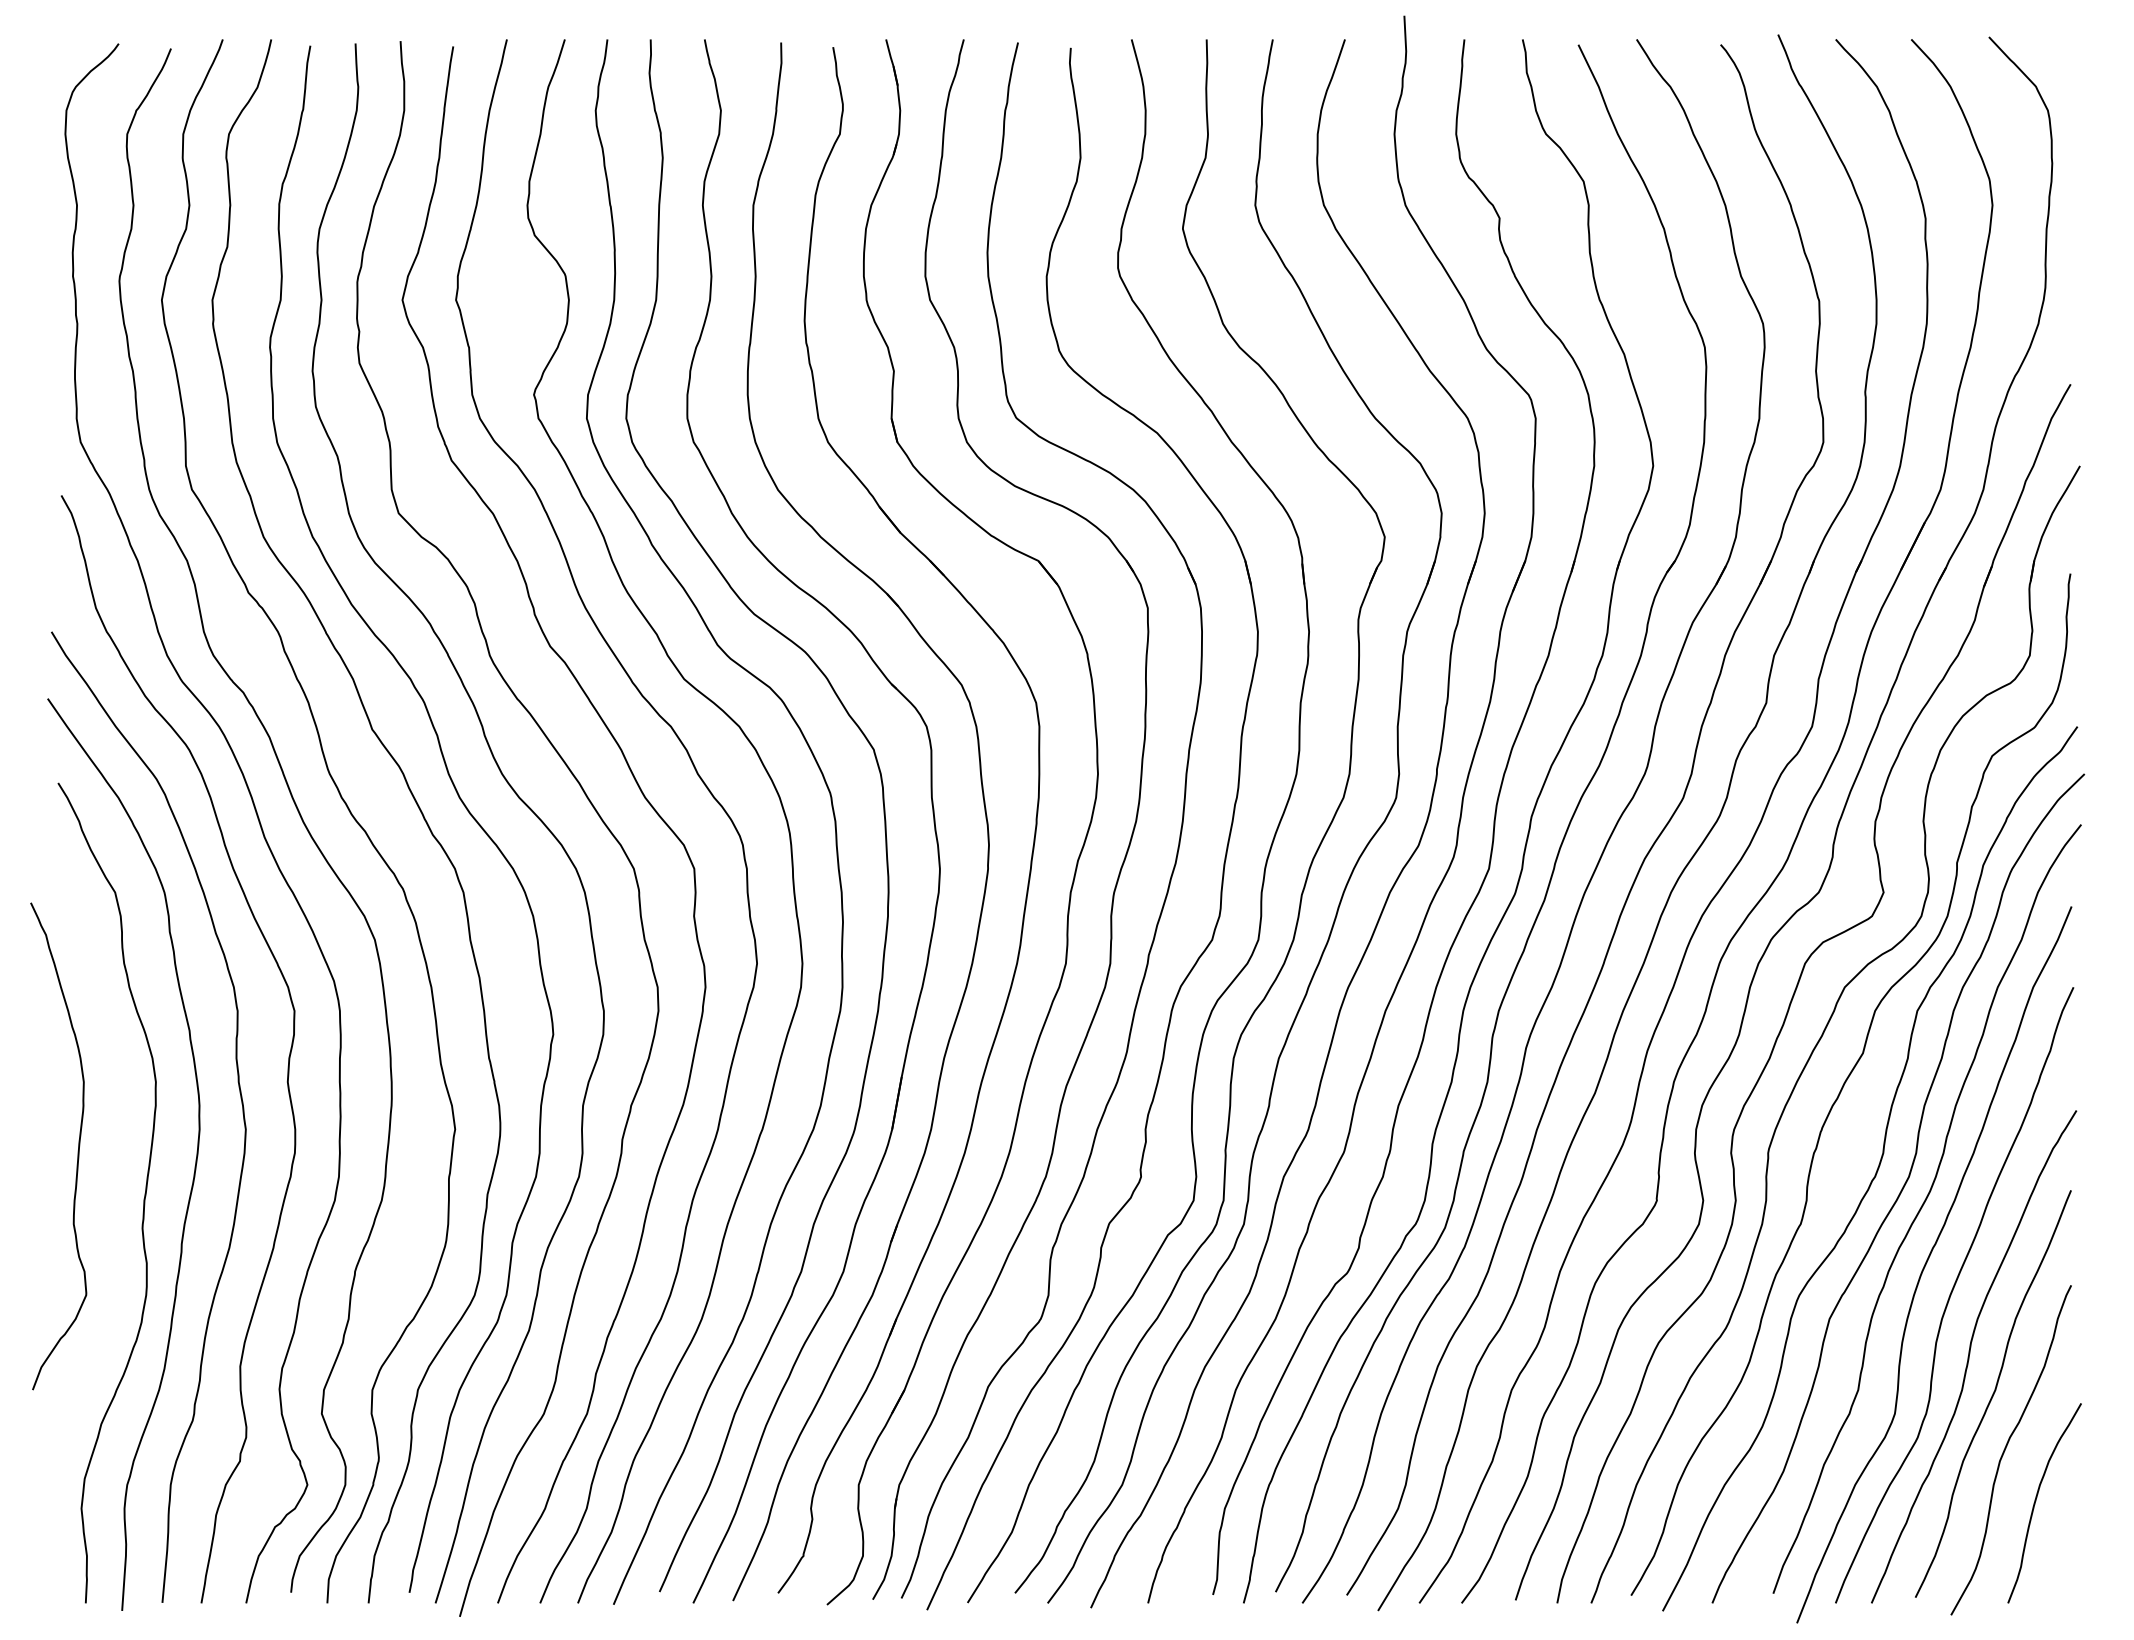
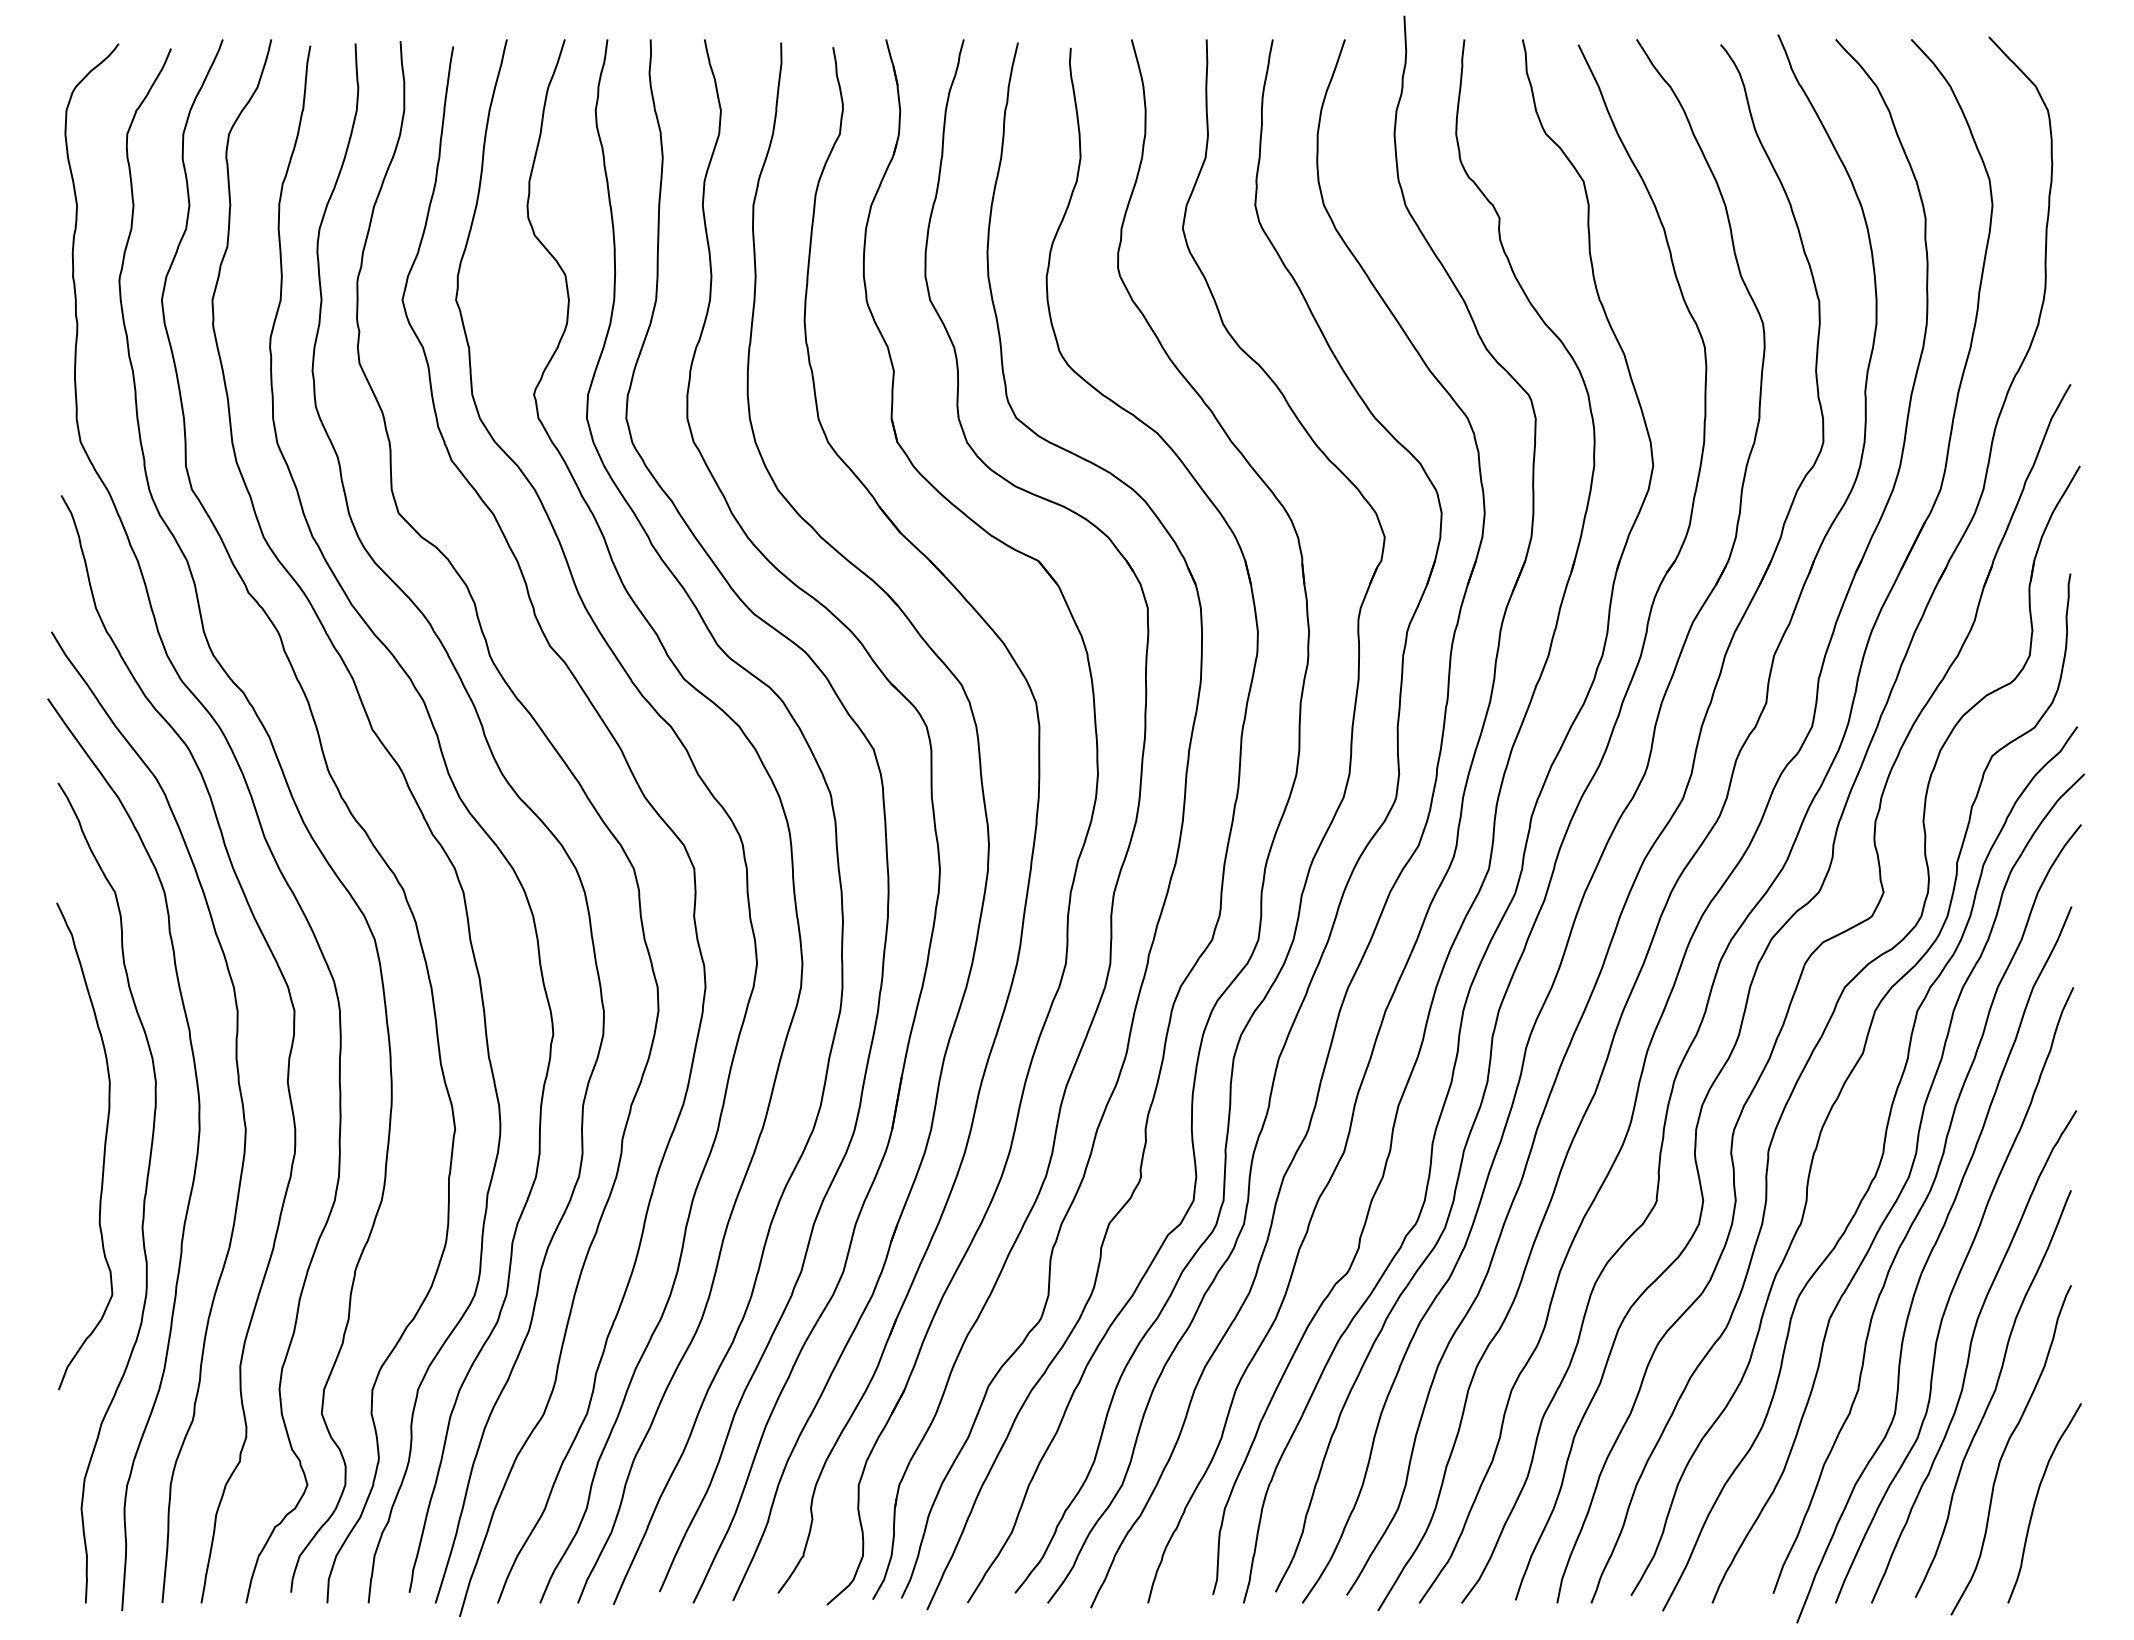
curve at (77, 1151) position: (77, 1151) -> (103, 1151)
